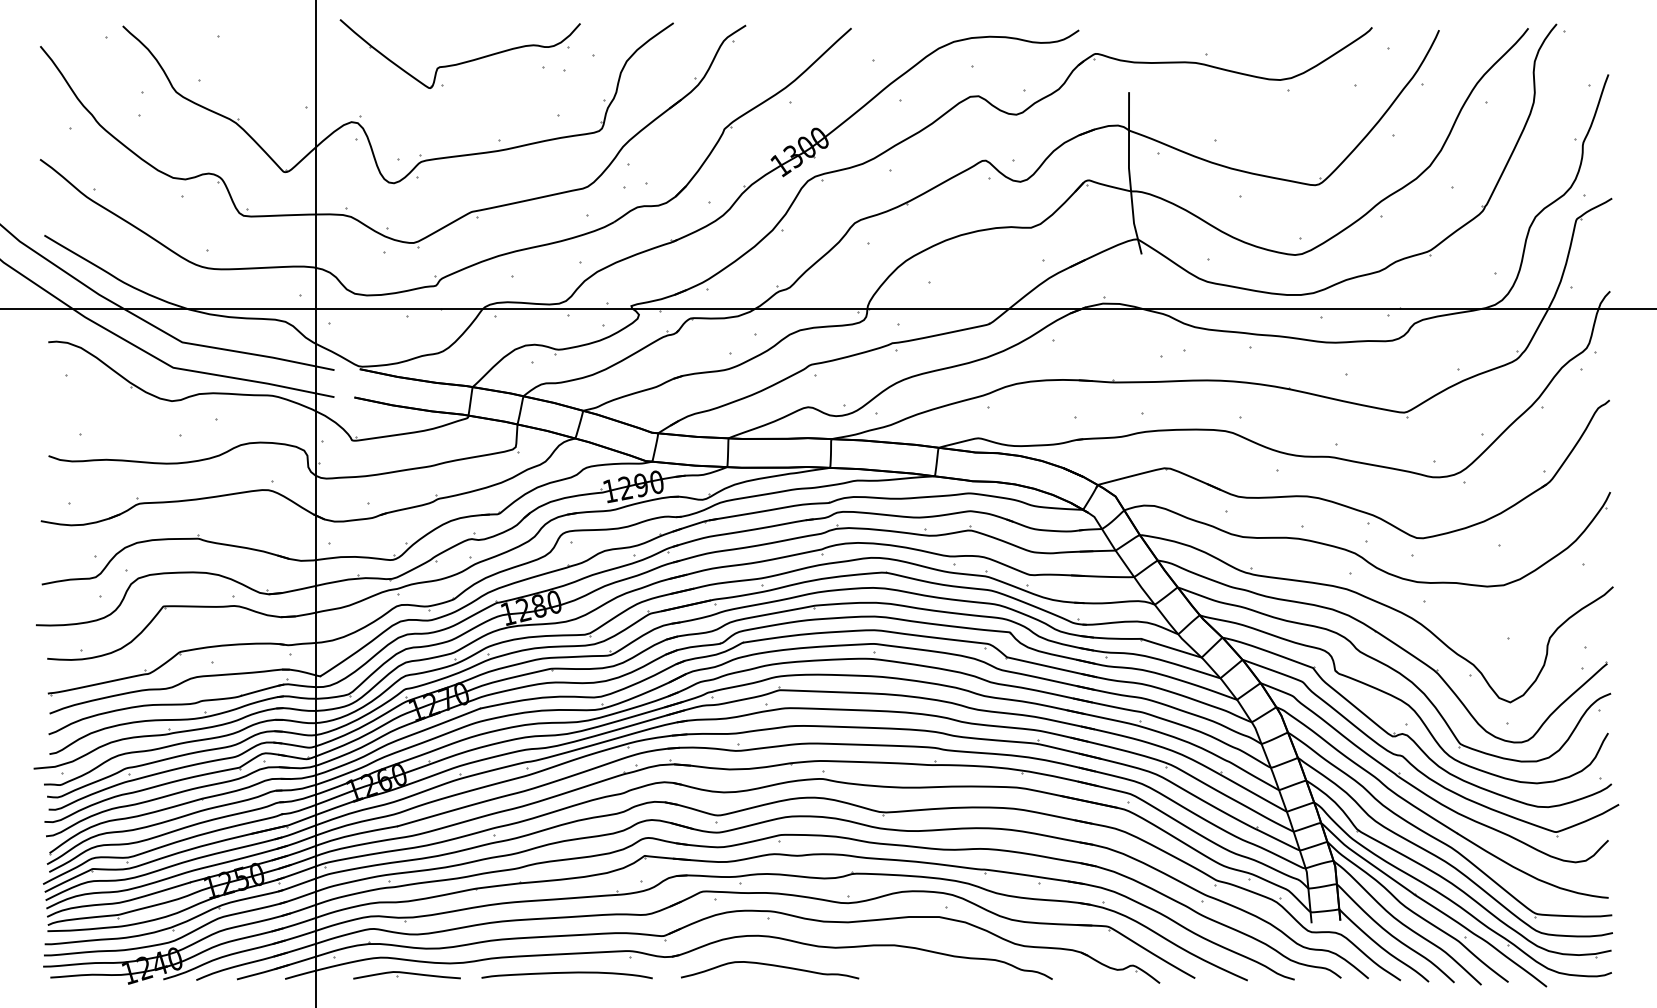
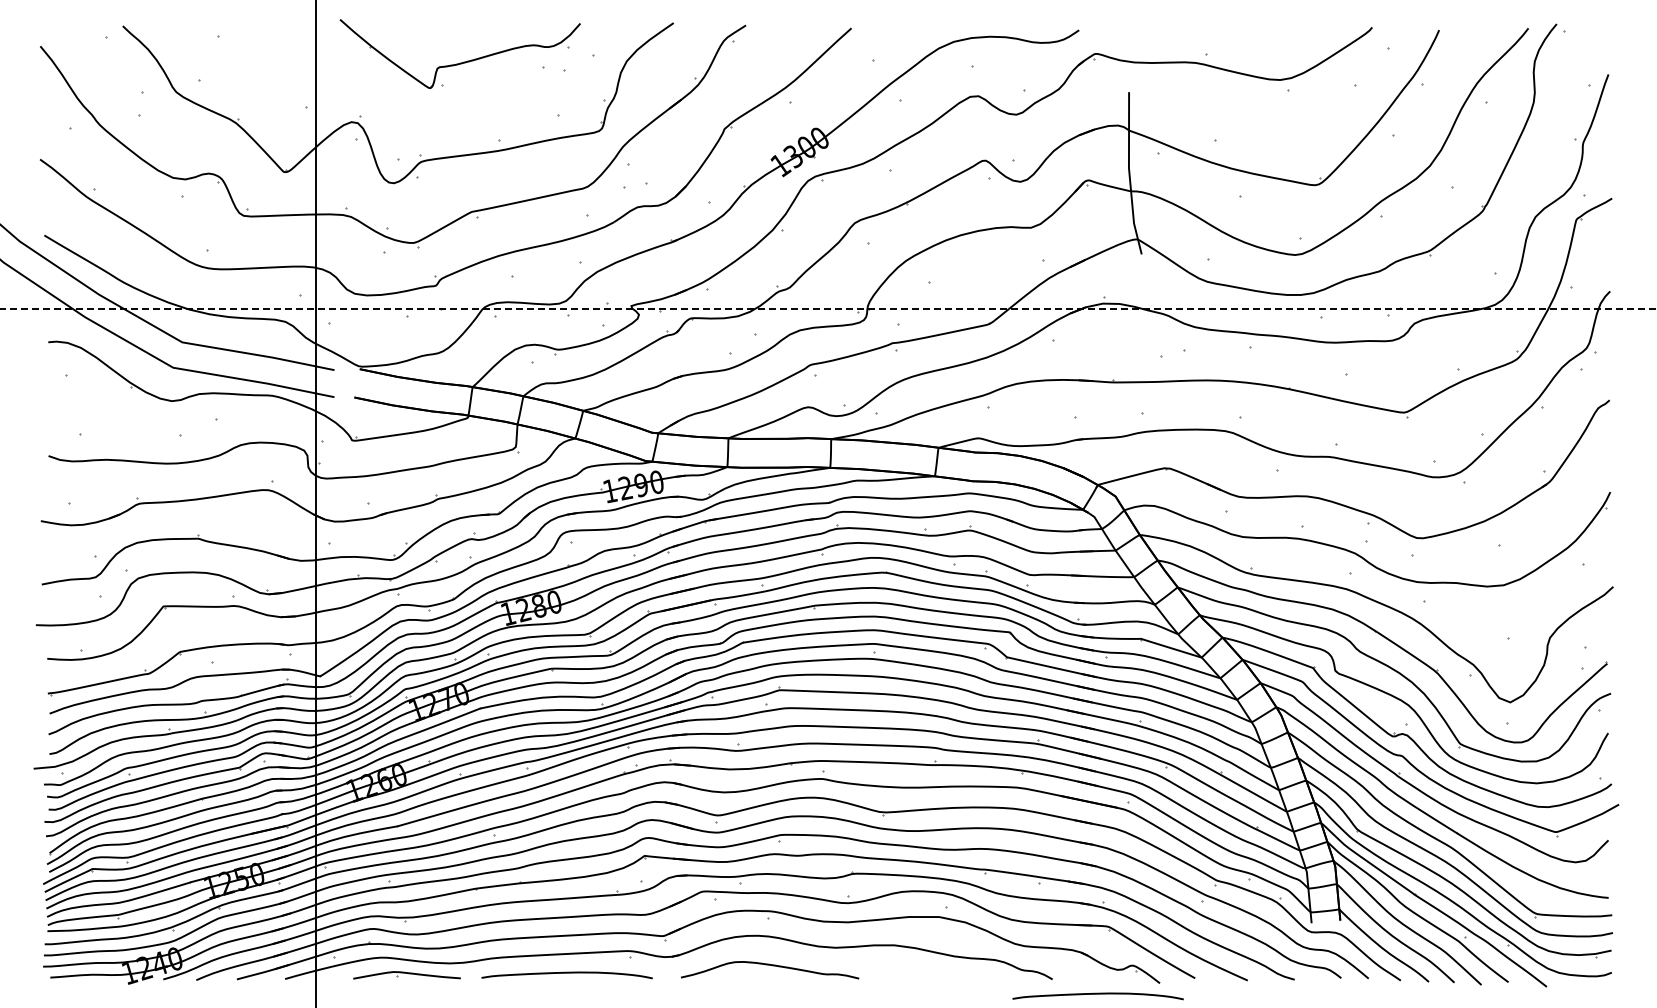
line at (827, 309): solid -> dashed
curve at (1097, 994): none -> present
